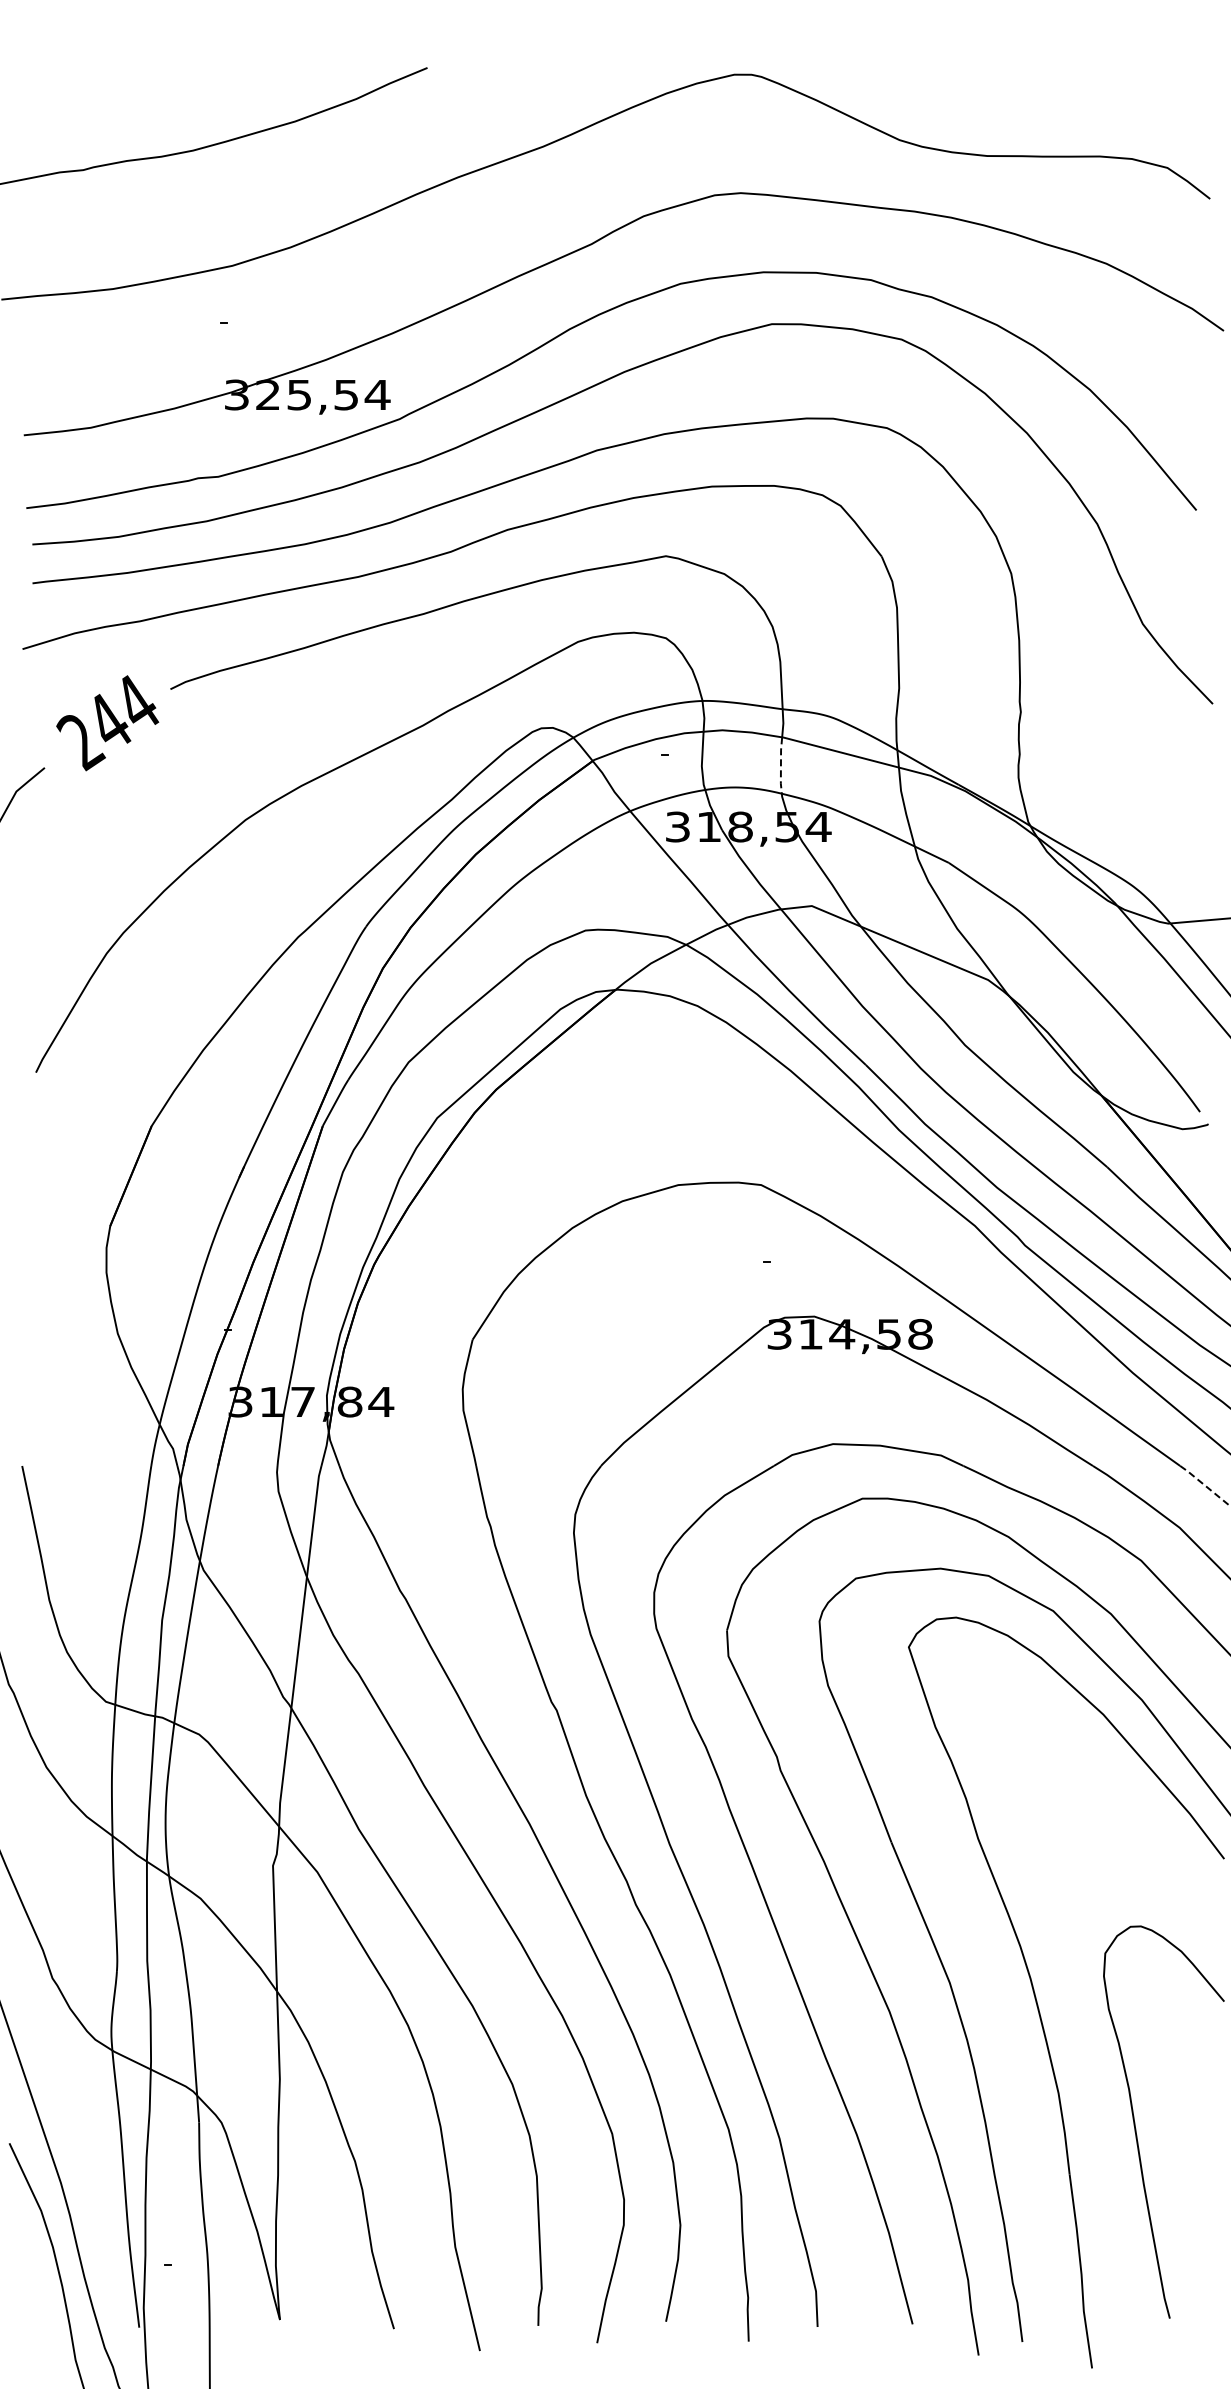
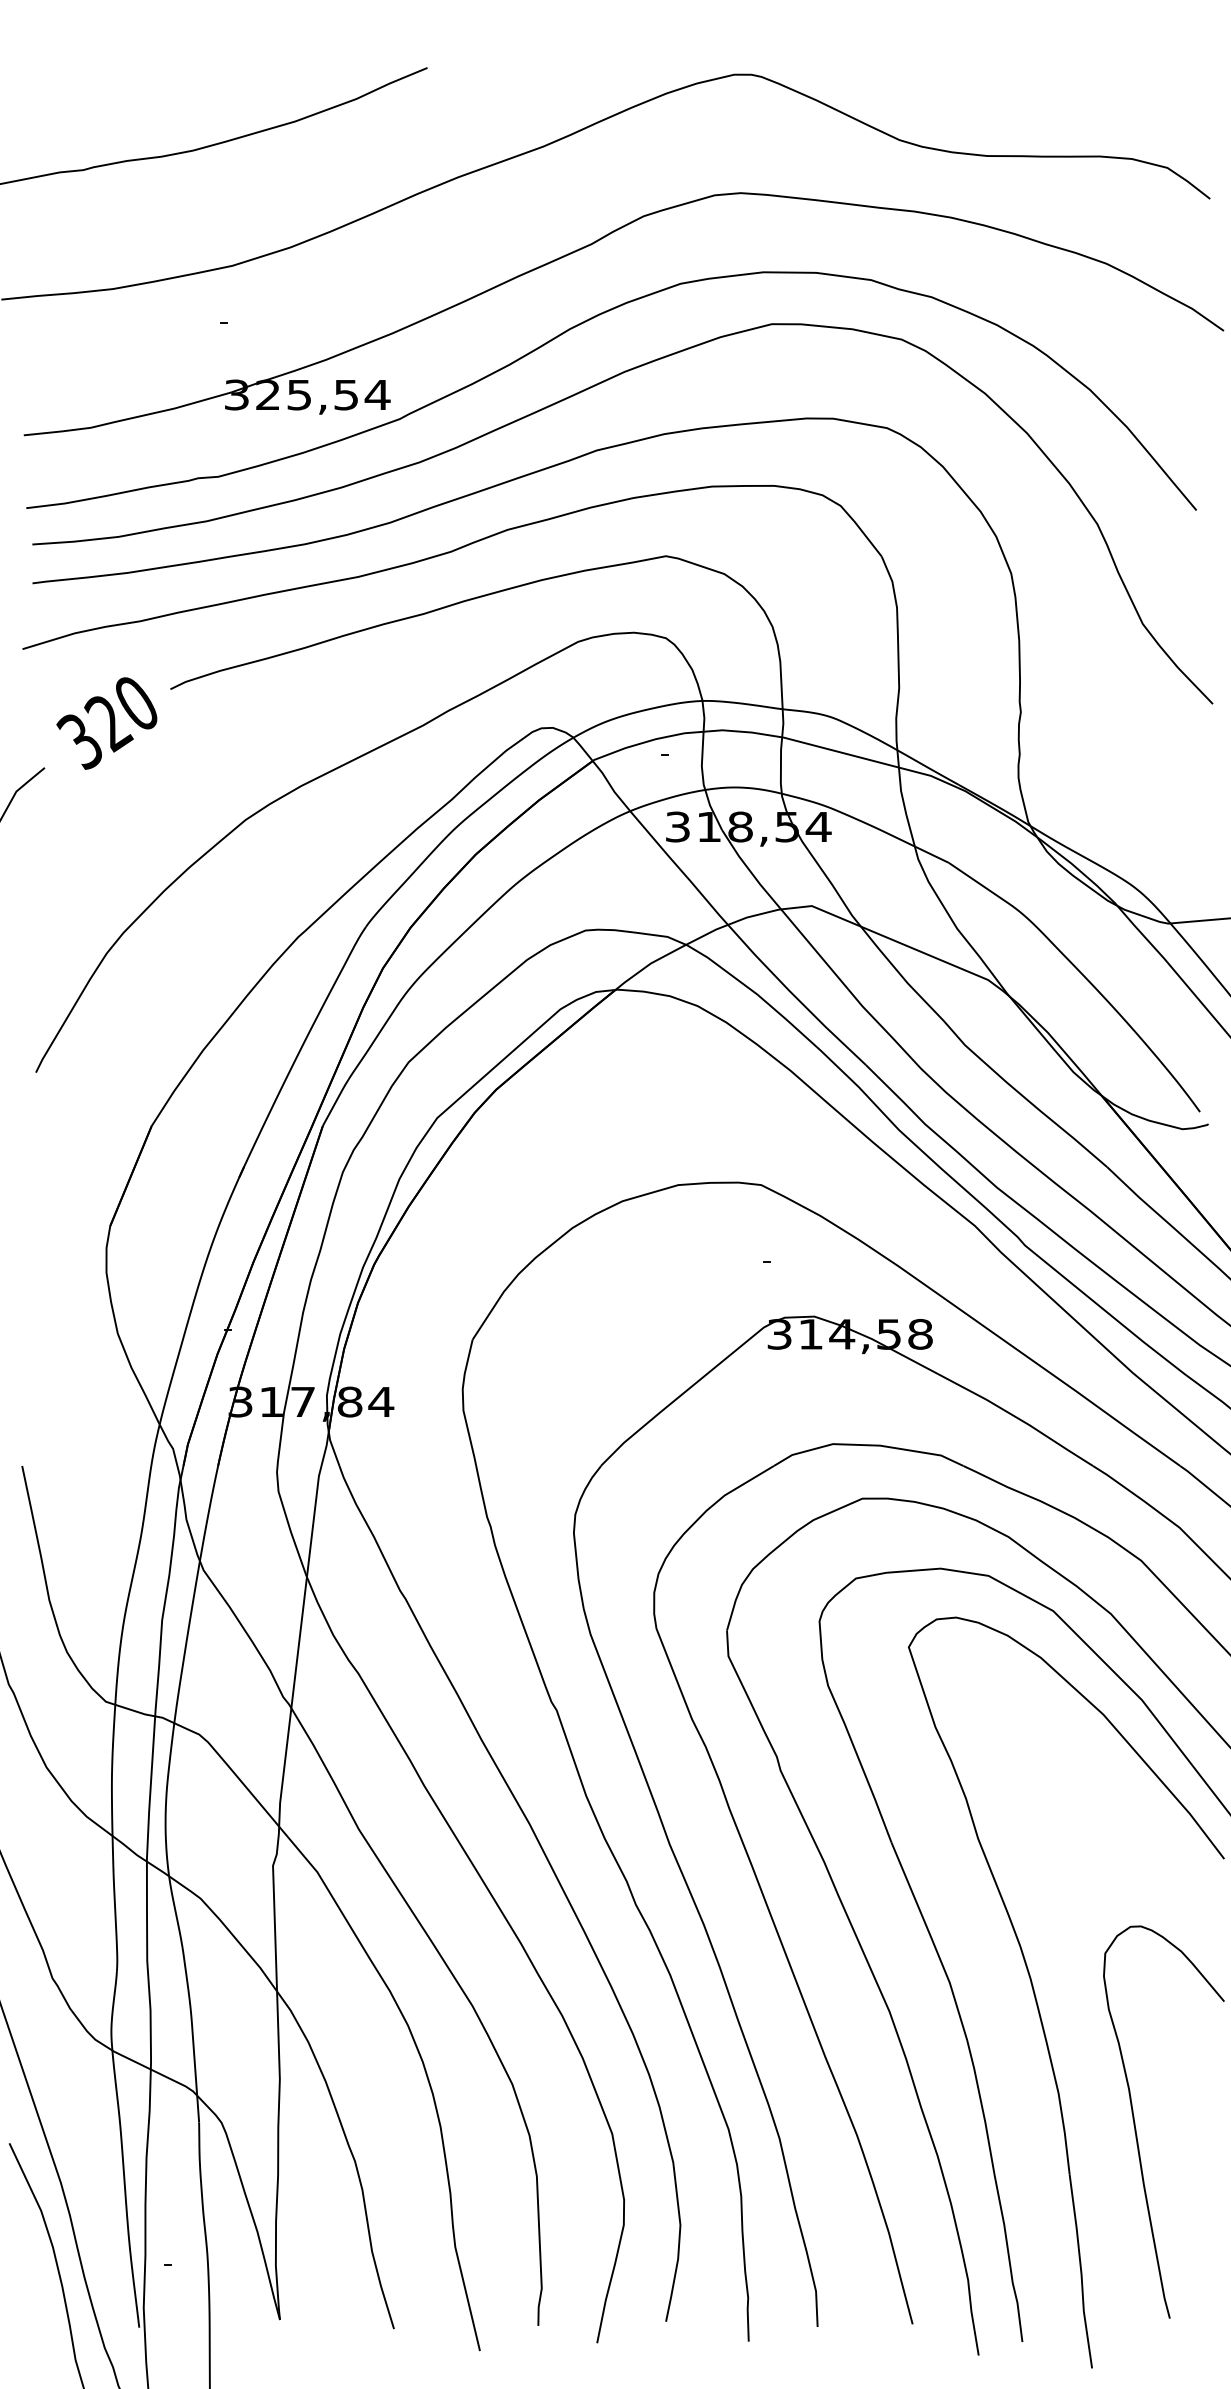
text at (107, 723): 244 -> 320
line at (780, 765): dashed -> solid
line at (1205, 1485): dashed -> solid
